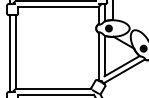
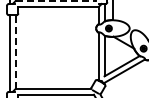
line at (56, 1): solid -> dashed
line at (15, 52): solid -> dashed
